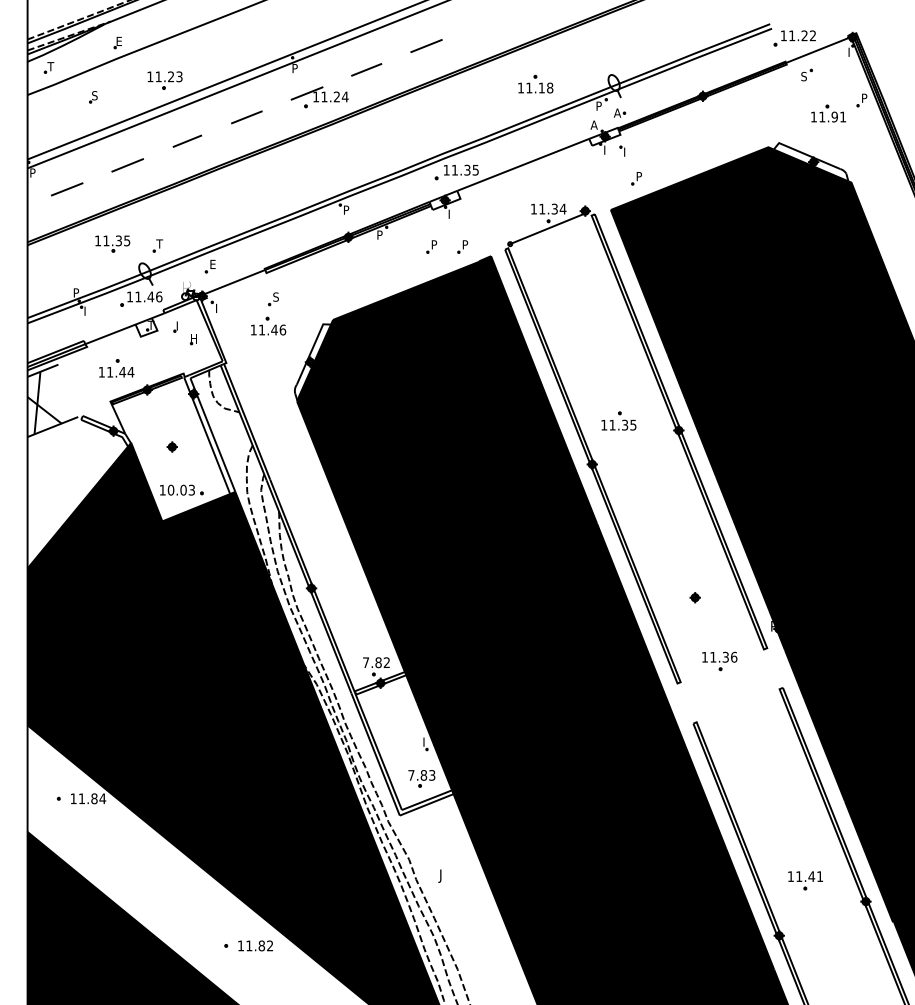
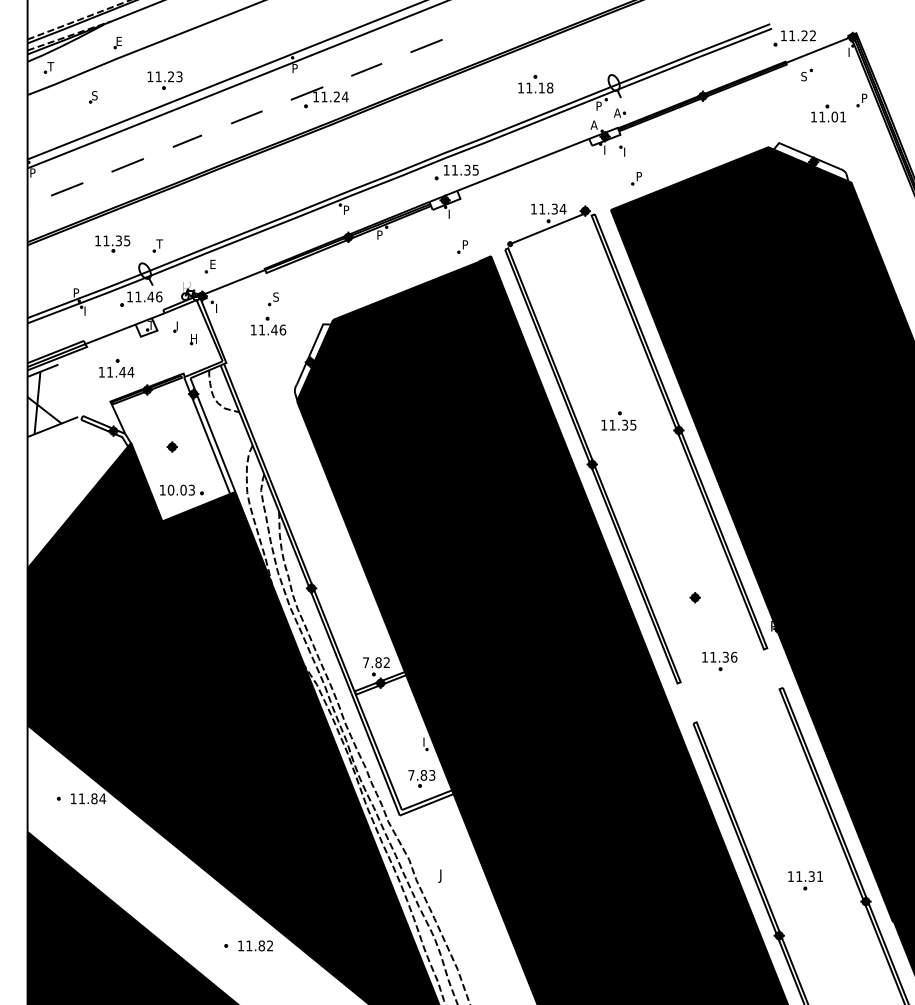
text at (834, 117): 11.91 -> 11.01
part at (431, 246): present -> none
text at (811, 876): 11.41 -> 11.31
